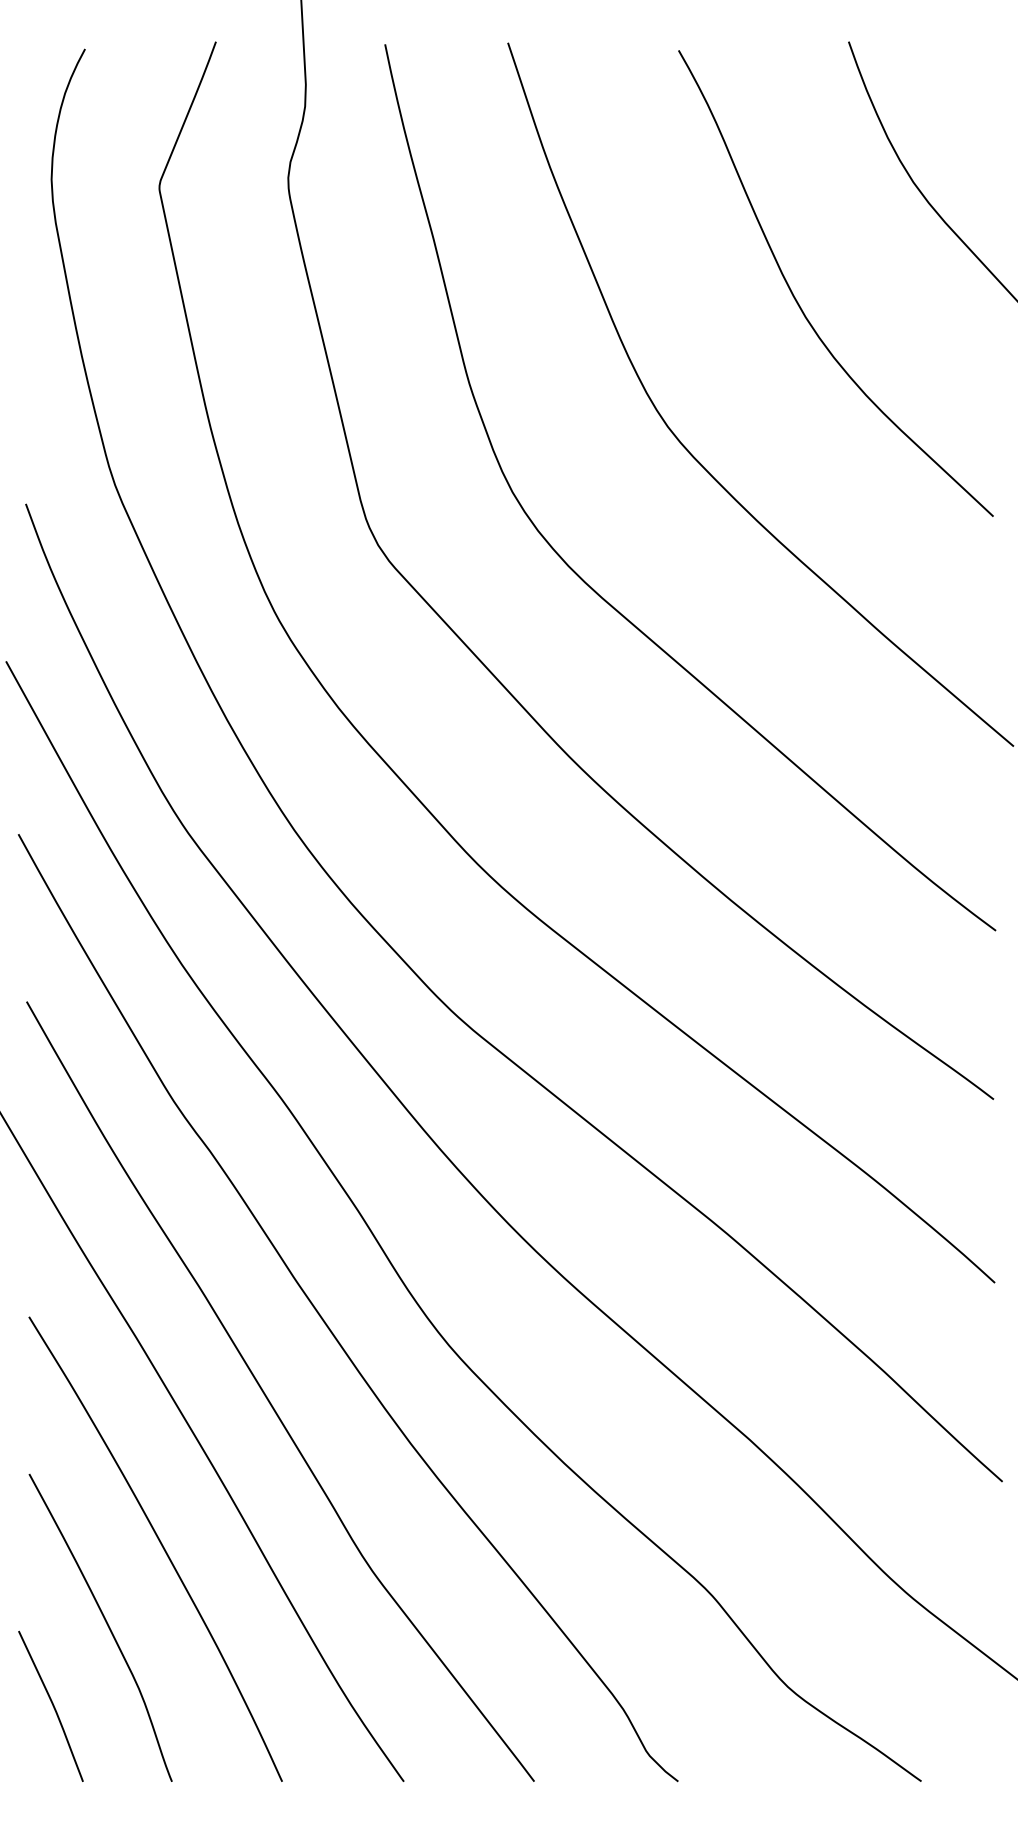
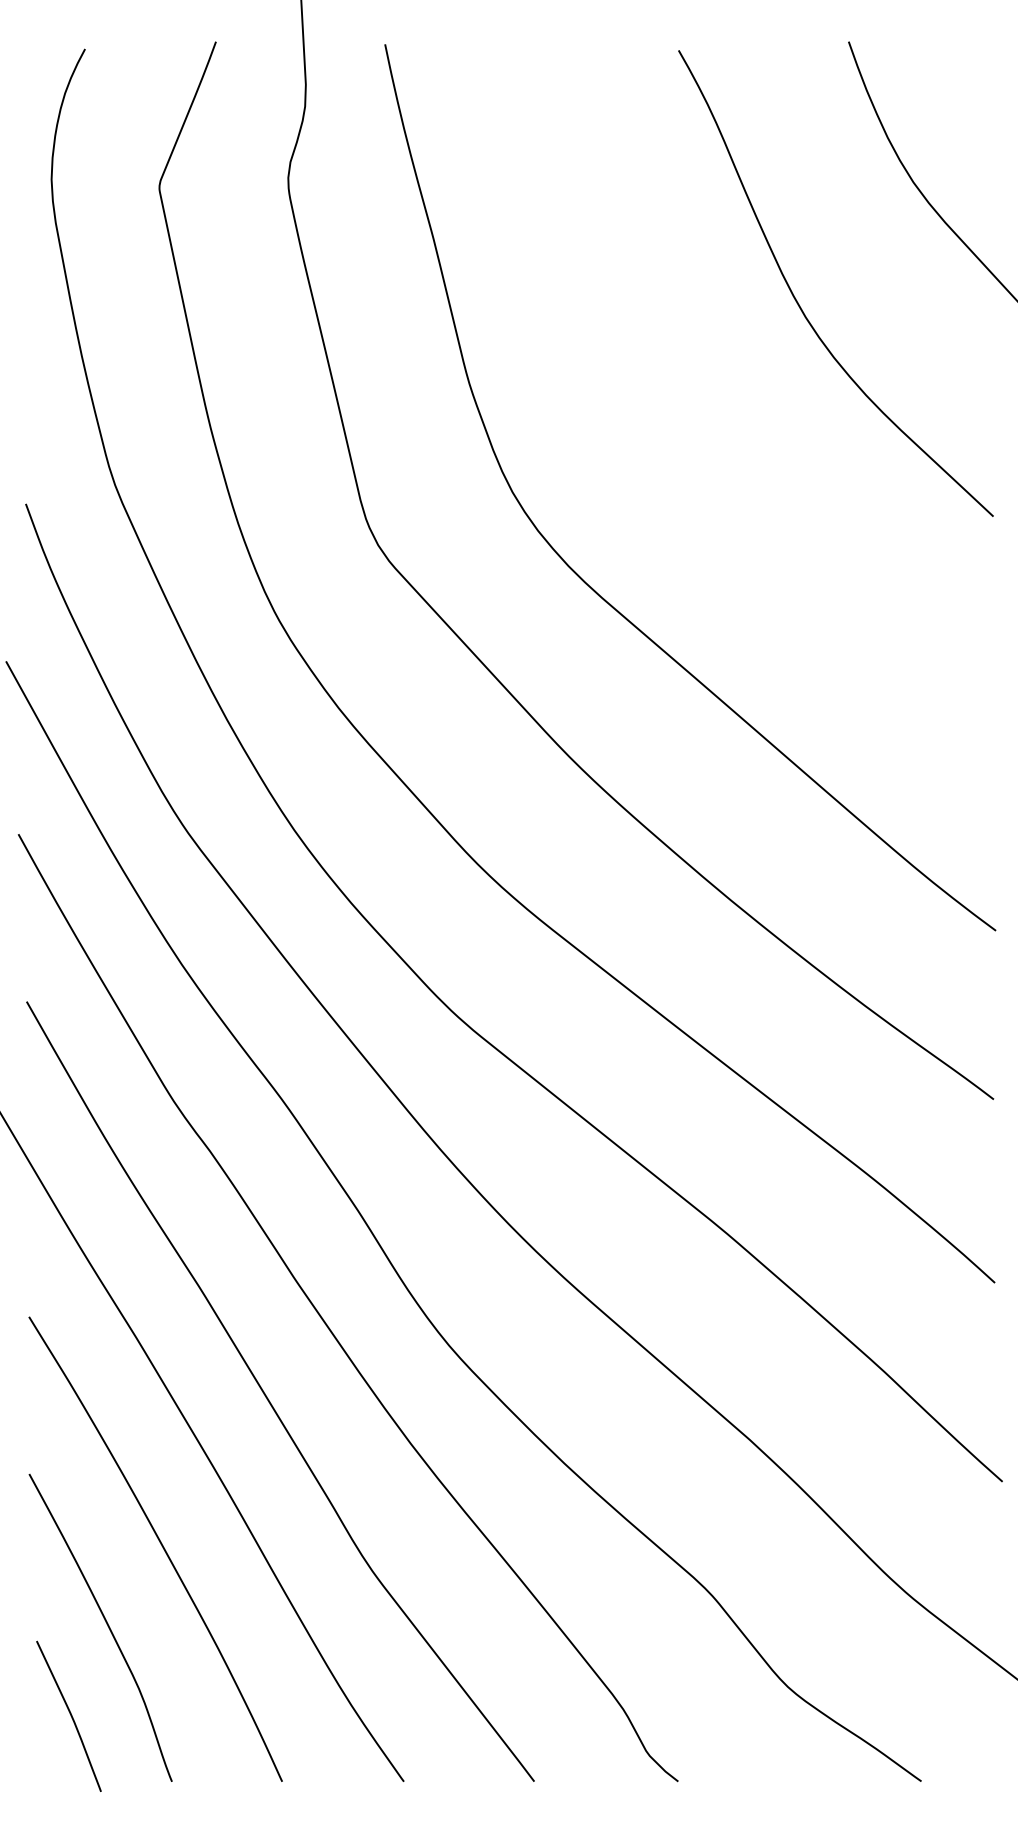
curve at (696, 458): present -> none
curve at (52, 1705) position: (52, 1705) -> (70, 1715)
